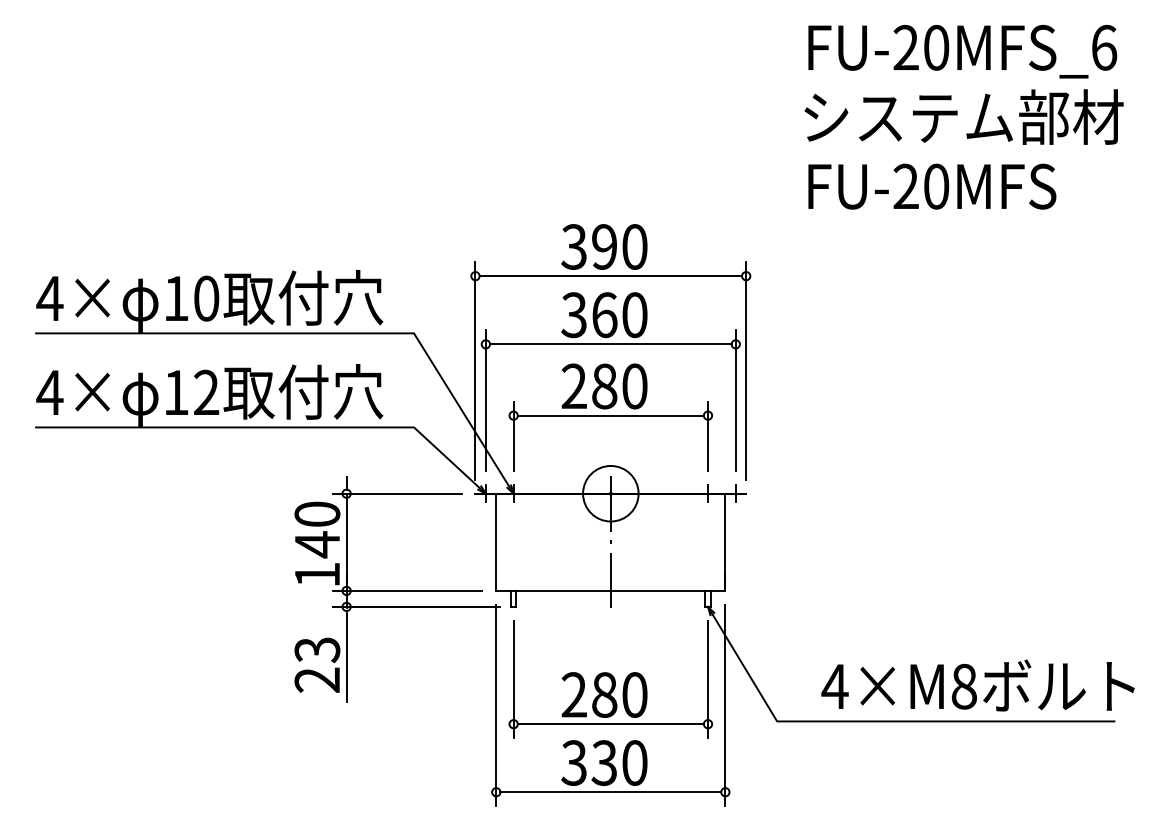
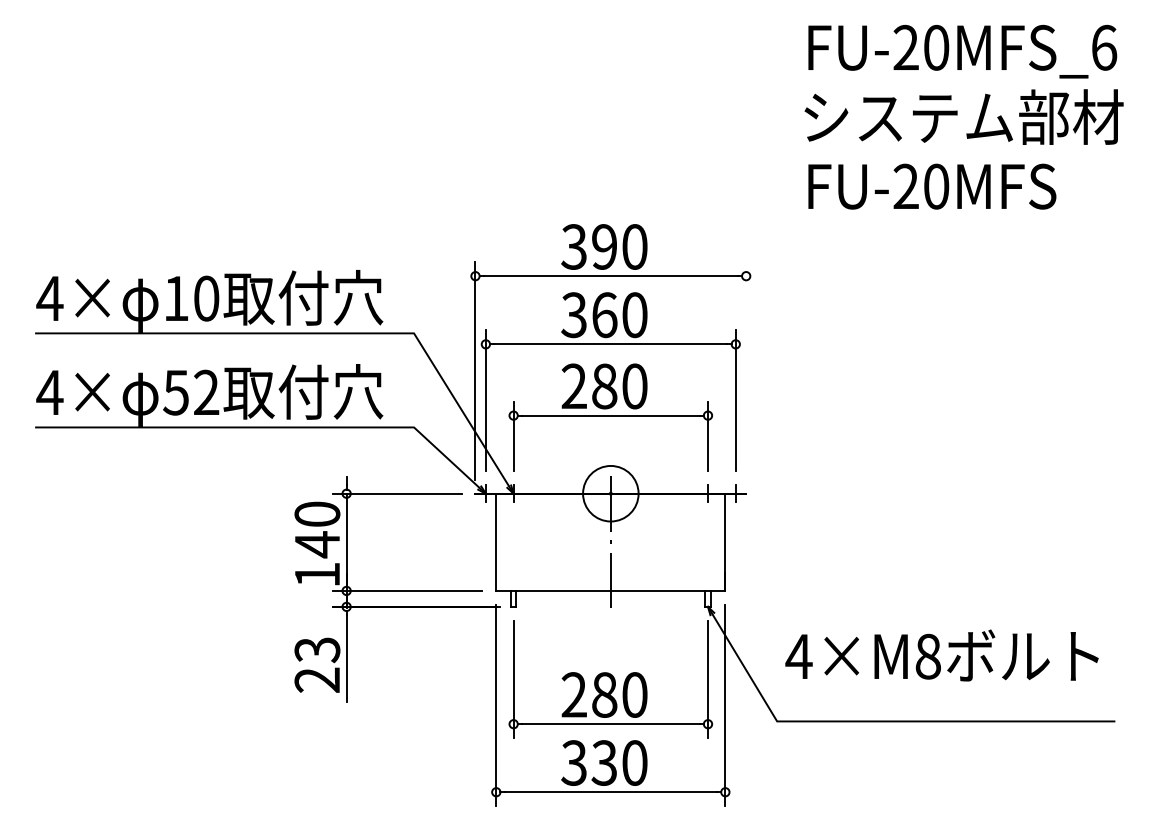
line at (746, 370): present -> none
text at (175, 392): 12 -> 52
text at (977, 685) position: (977, 685) -> (941, 655)
